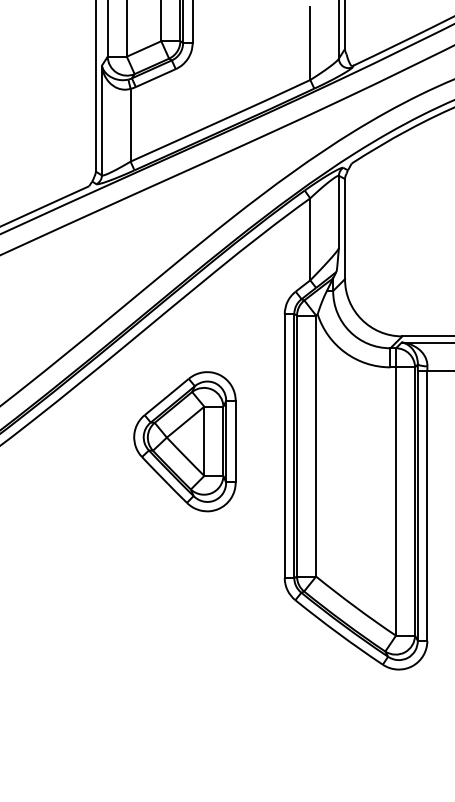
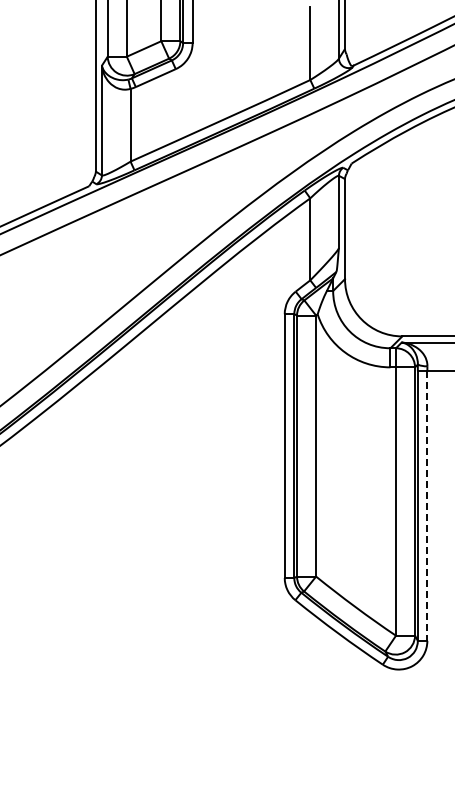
part at (184, 441): present -> none
line at (427, 506): solid -> dashed
